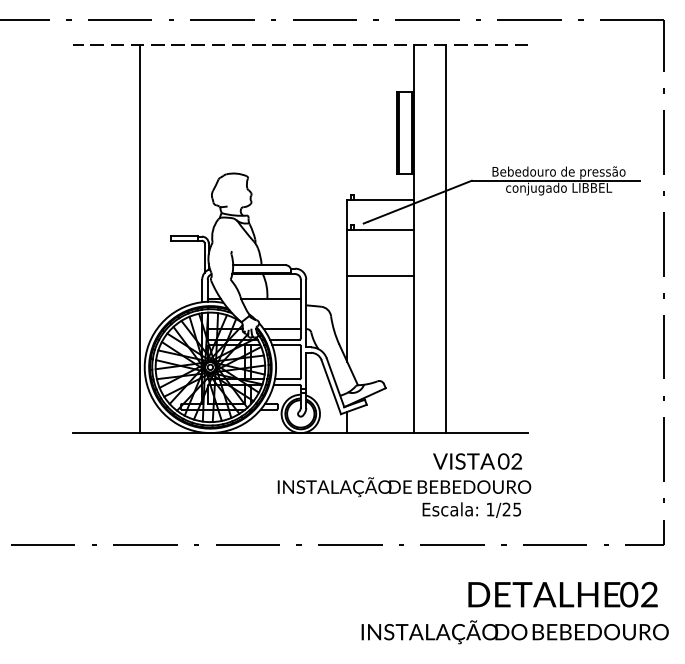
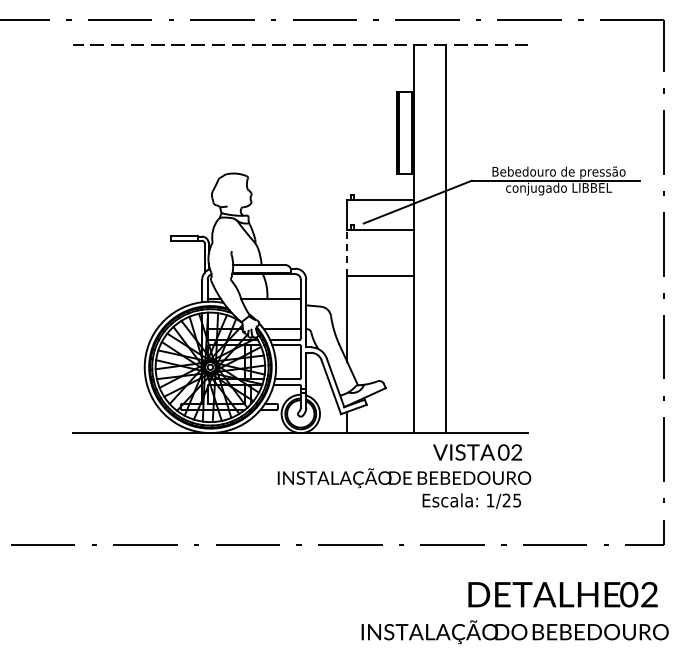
line at (140, 238): present -> none
line at (347, 253): solid -> dashed
text at (404, 485) position: (404, 485) -> (404, 476)
